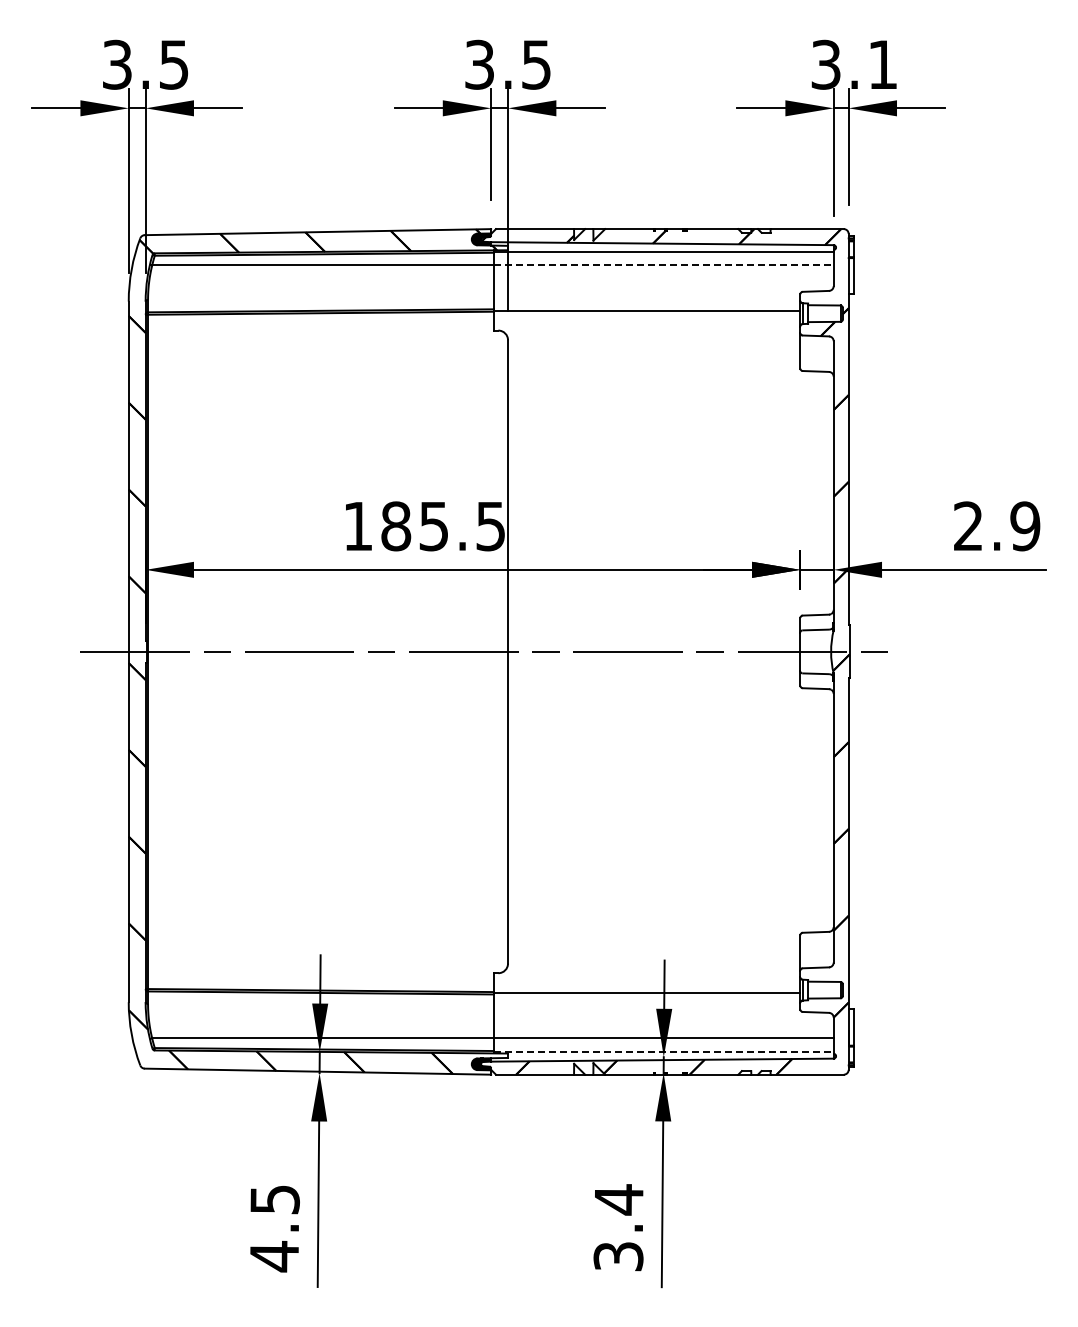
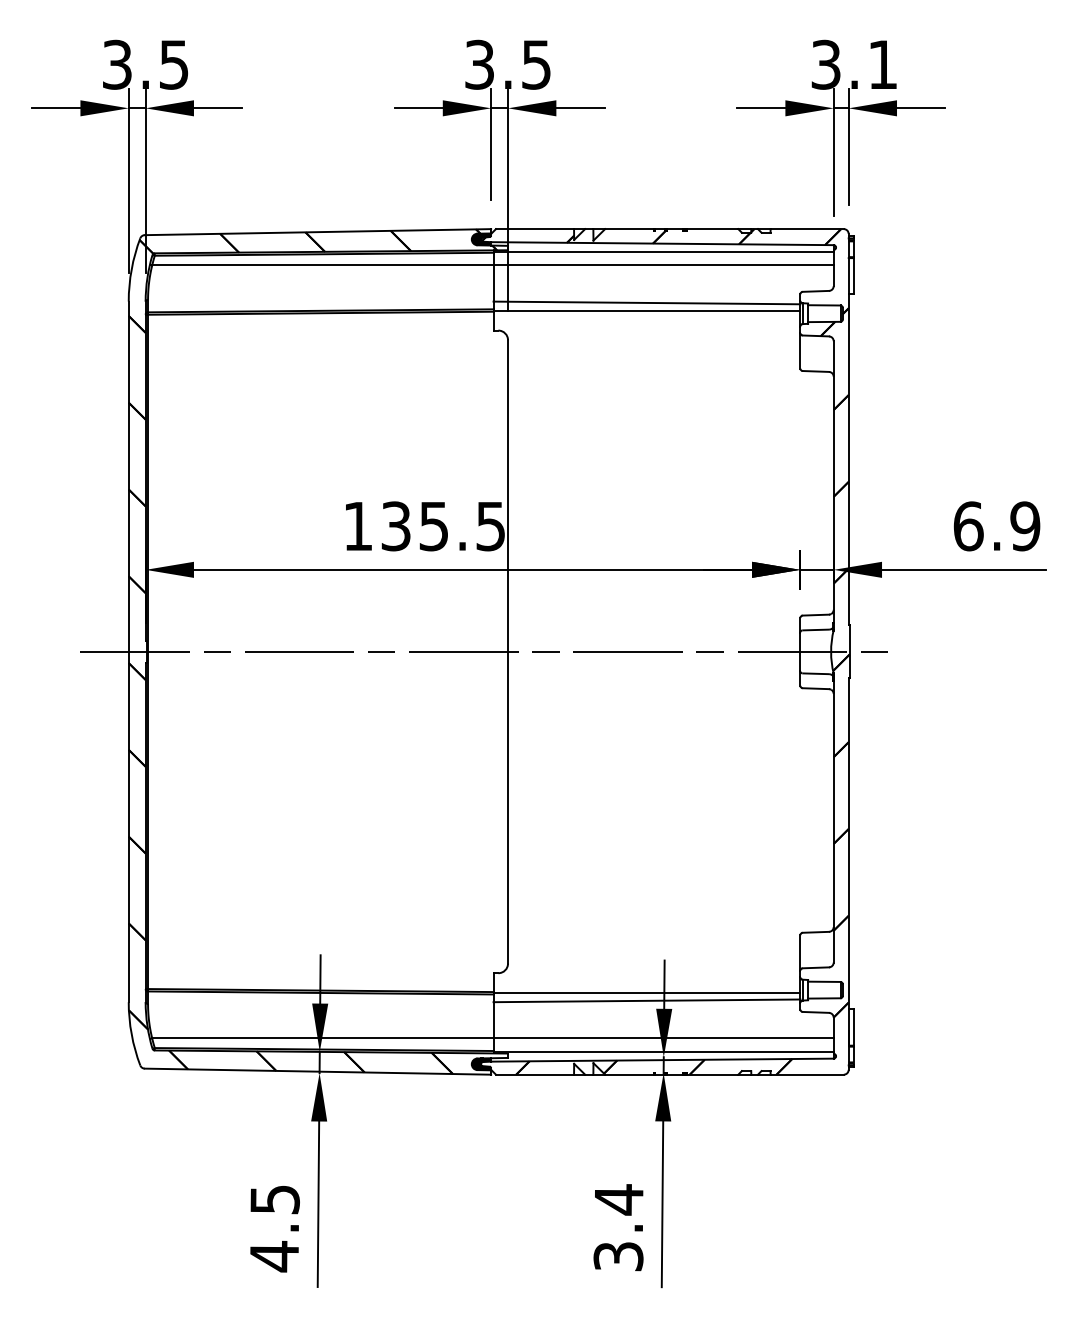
line at (664, 265): dashed -> solid
line at (646, 302): none -> present
text at (396, 526): 185.5 -> 135.5
text at (968, 526): 2.9 -> 6.9
line at (646, 1000): none -> present
line at (664, 1051): dashed -> solid
